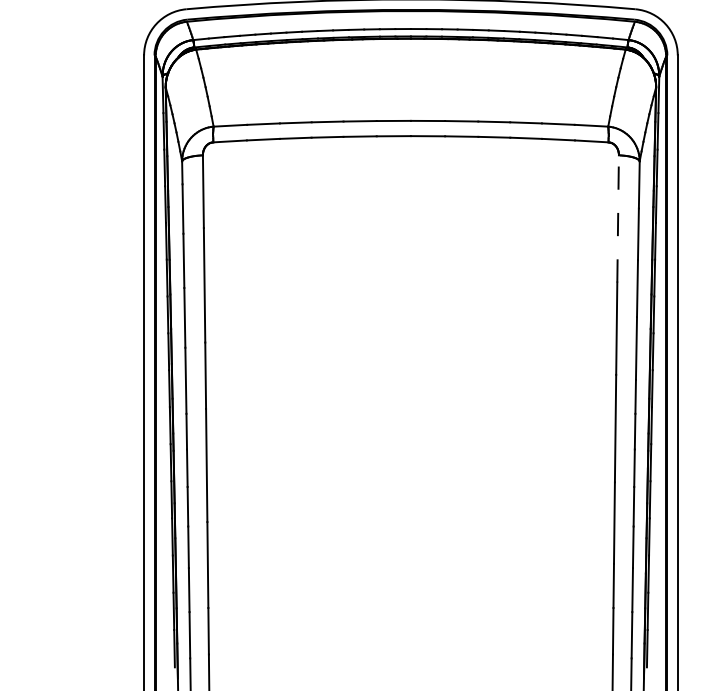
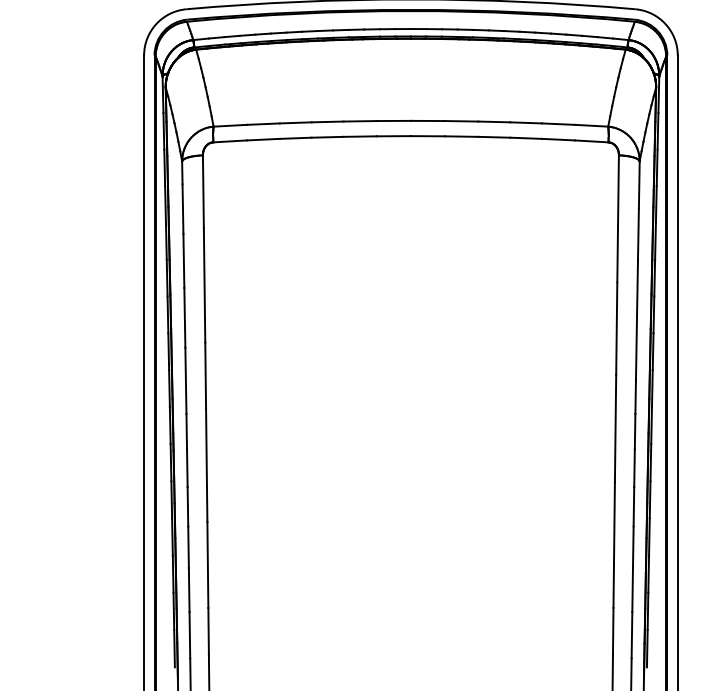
line at (618, 218): dashed -> solid
